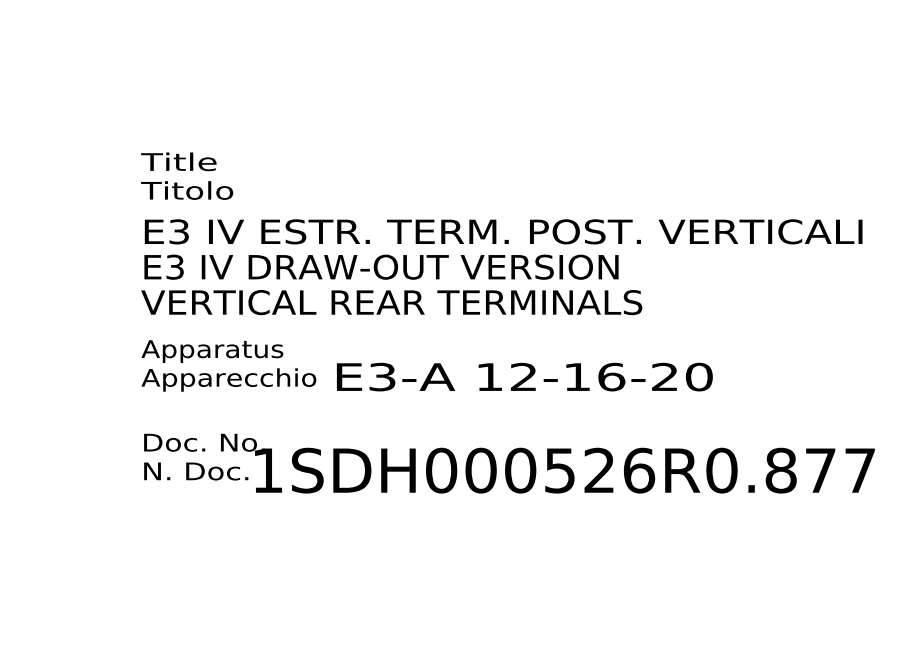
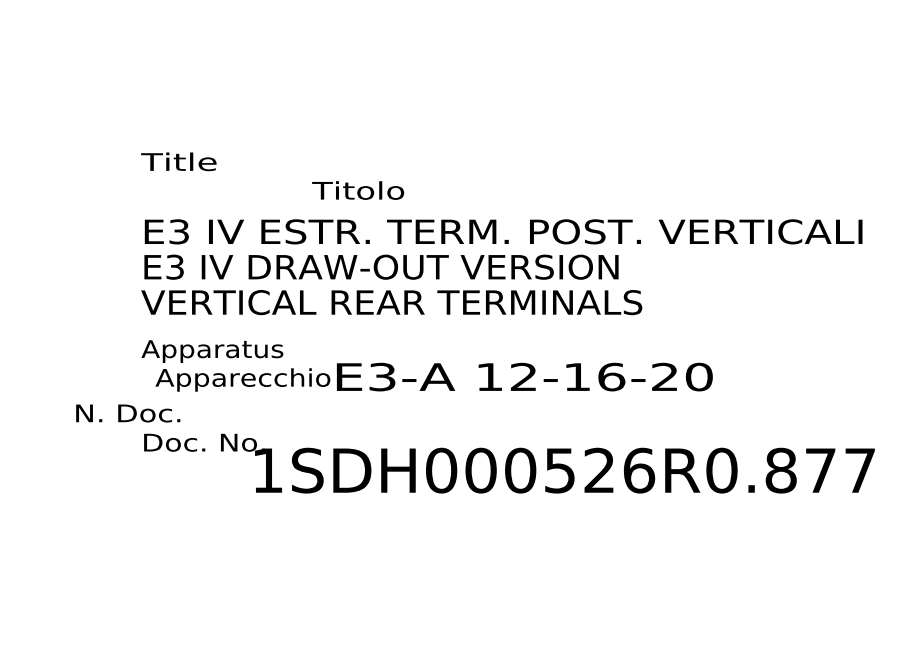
text at (187, 190) position: (187, 190) -> (358, 190)
text at (228, 379) position: (228, 379) -> (242, 379)
text at (196, 471) position: (196, 471) -> (128, 413)
